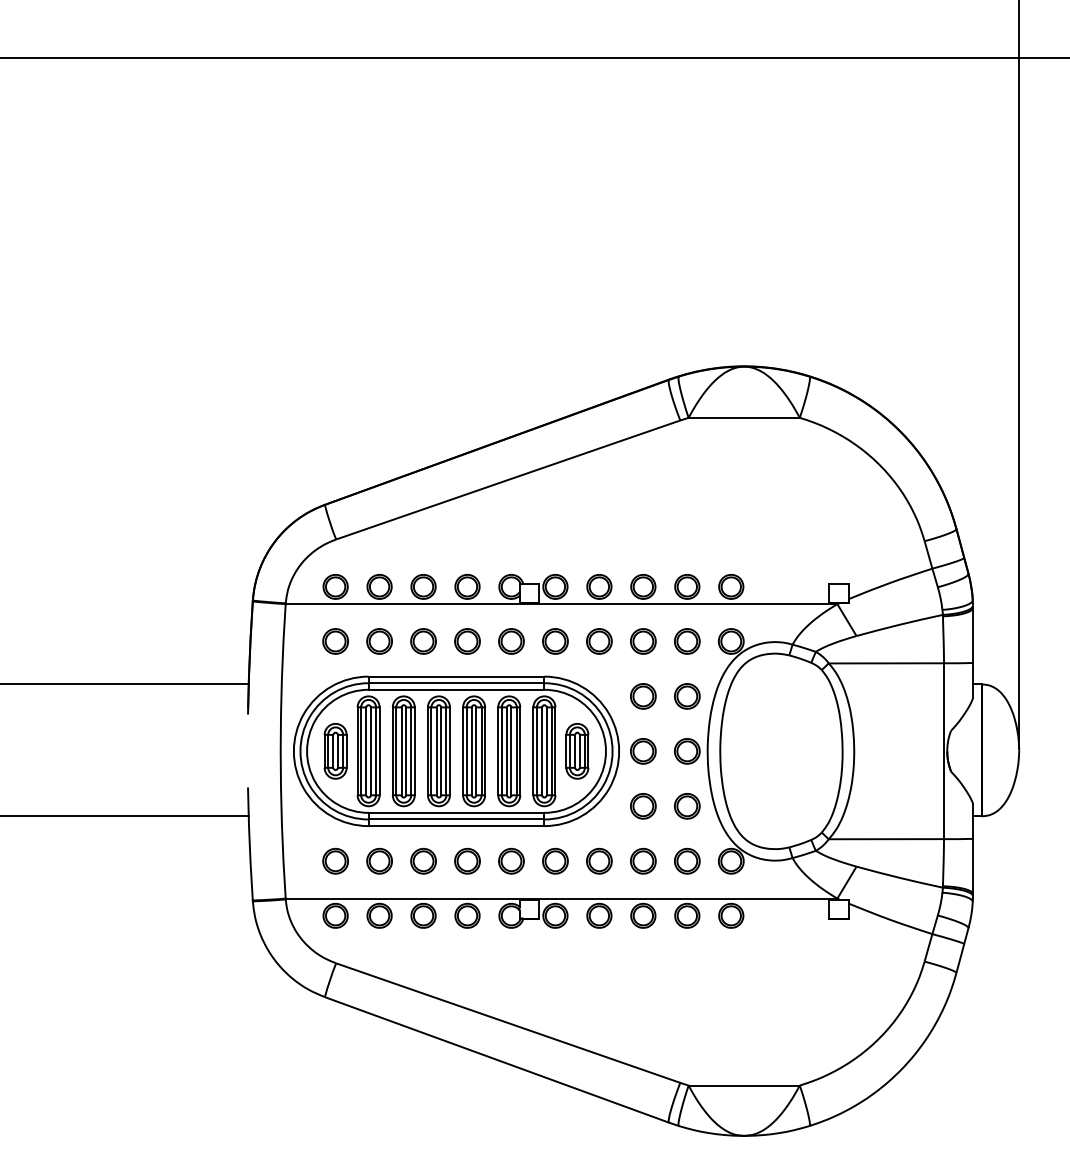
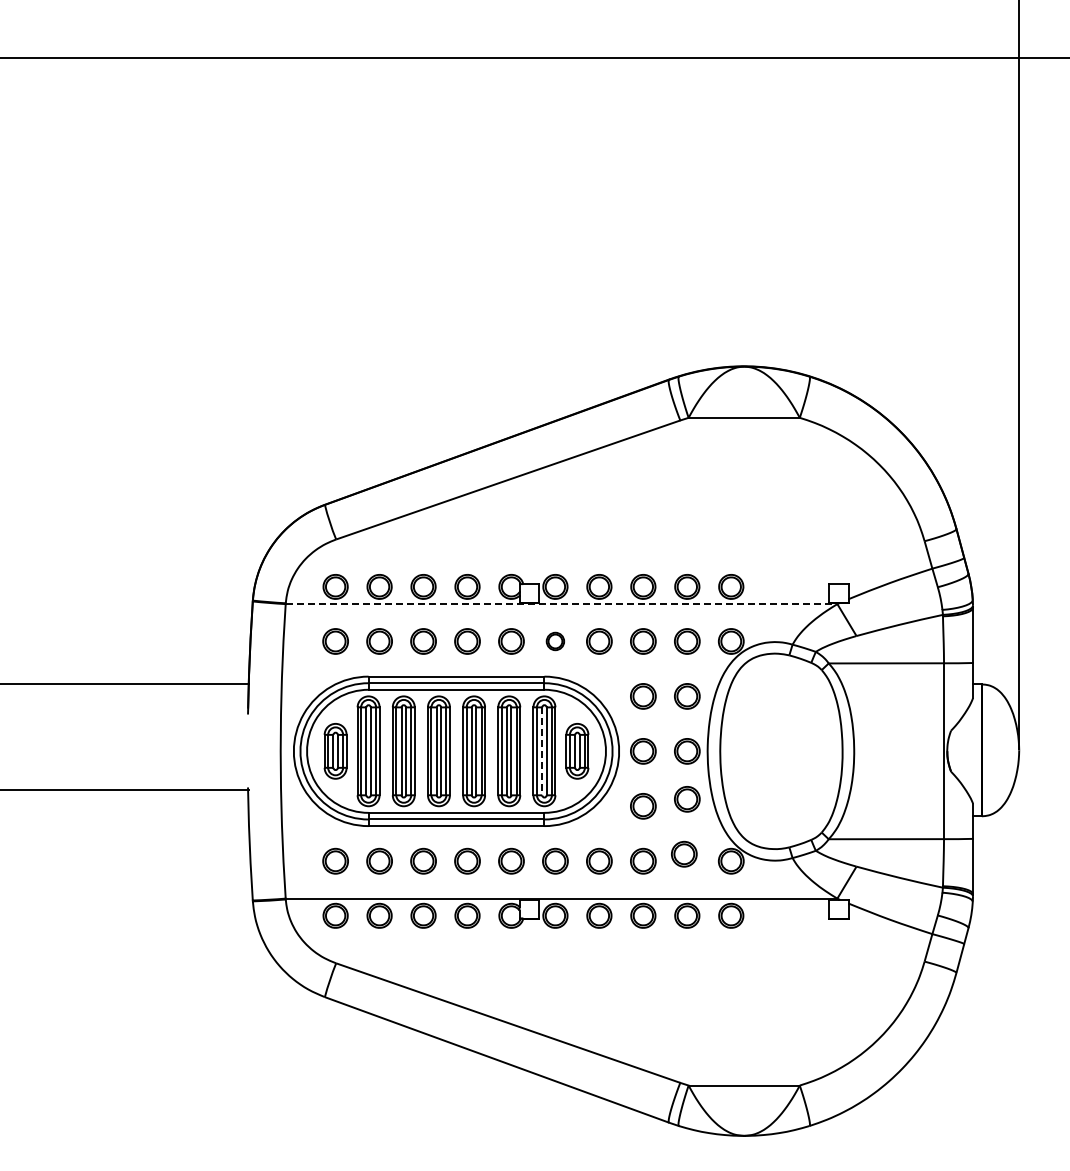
line at (561, 604): solid -> dashed
part at (555, 641) size: 27x27 px -> 21x21 px
line at (542, 751): solid -> dashed
part at (687, 806) position: (687, 806) -> (687, 799)
line at (125, 816) position: (125, 816) -> (125, 790)
part at (687, 860) position: (687, 860) -> (684, 853)
